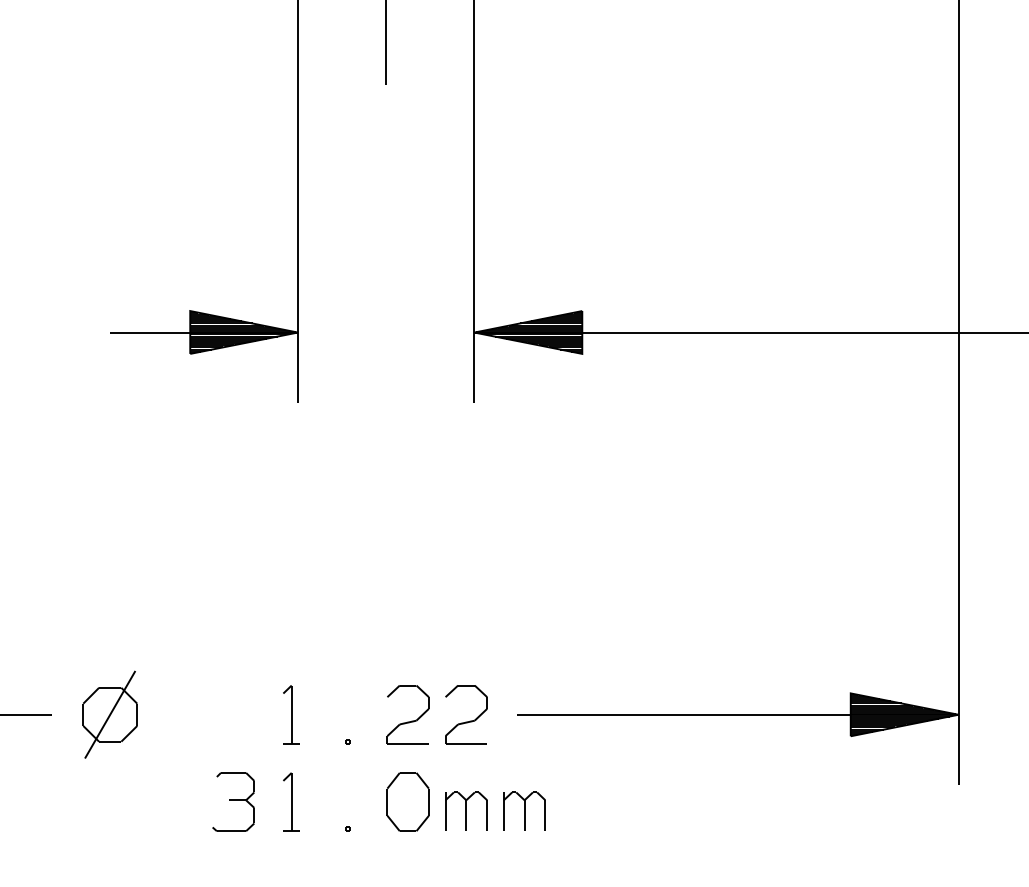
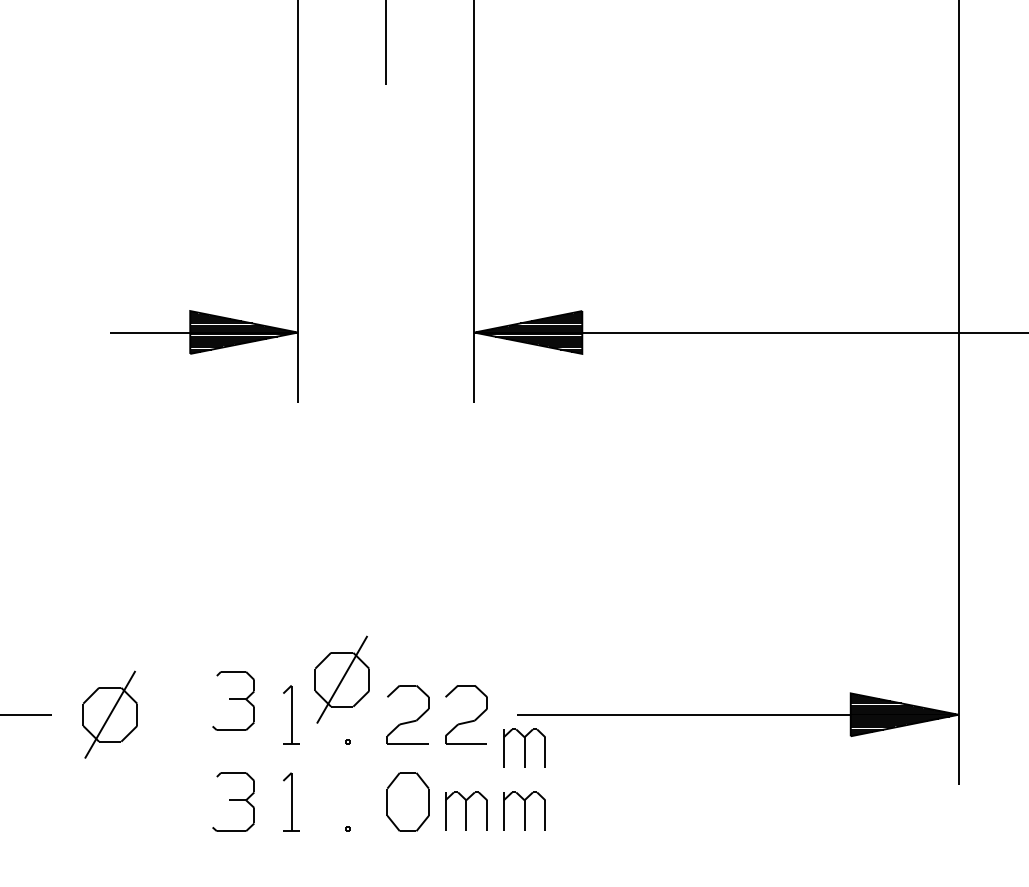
part at (341, 679): none -> present
part at (233, 700): none -> present
part at (524, 747): none -> present
